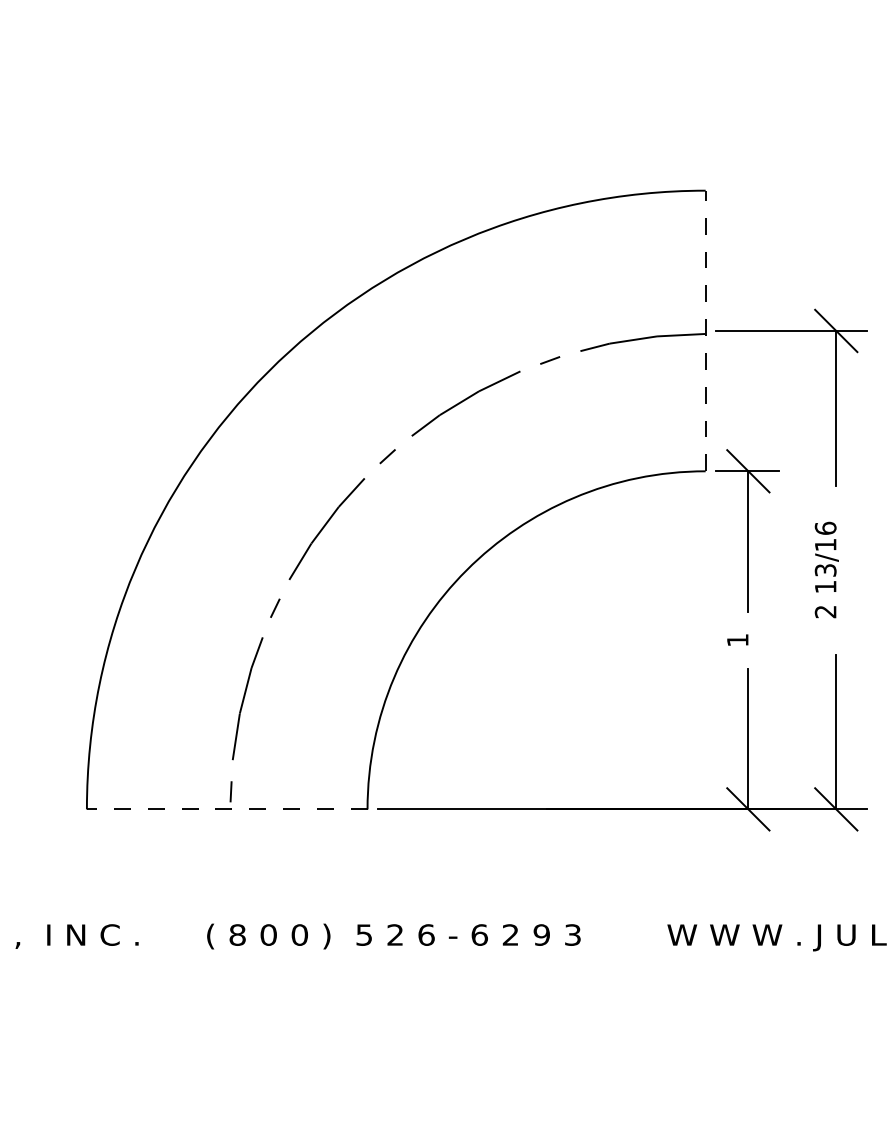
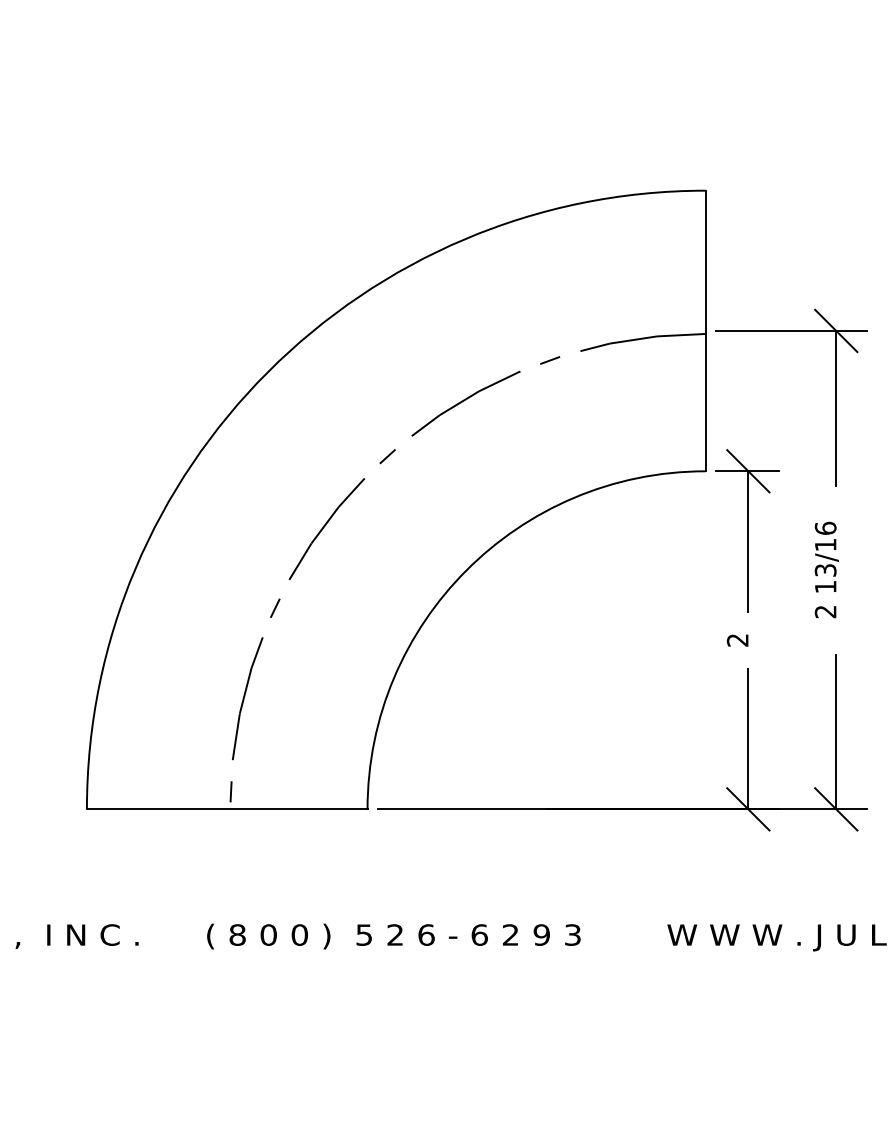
line at (705, 330): dashed -> solid
text at (737, 640): 1 -> 2
line at (226, 809): dashed -> solid
